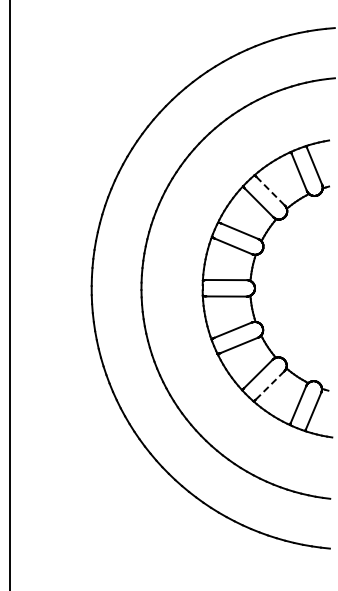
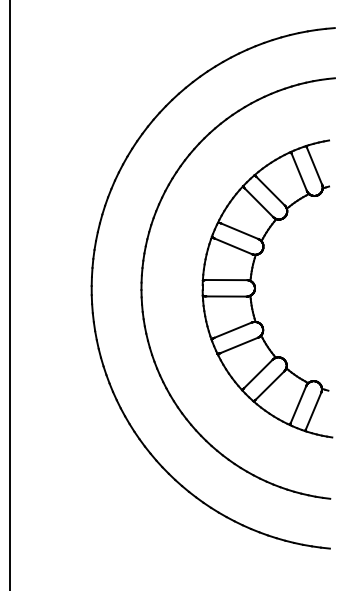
line at (270, 191): dashed -> solid
line at (269, 386): dashed -> solid
